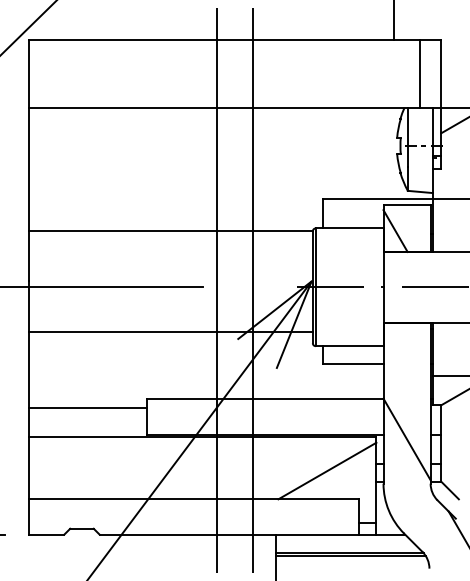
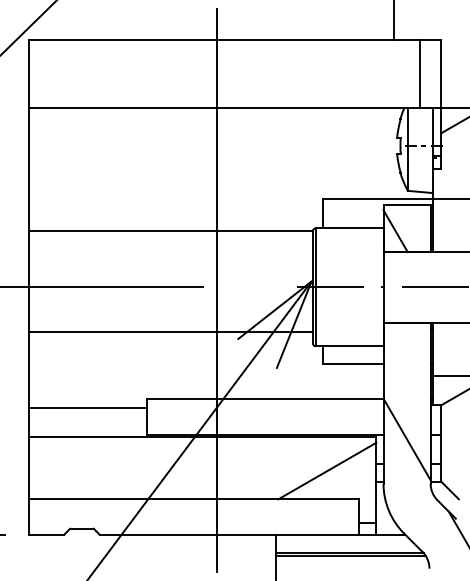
line at (252, 289): present -> none
